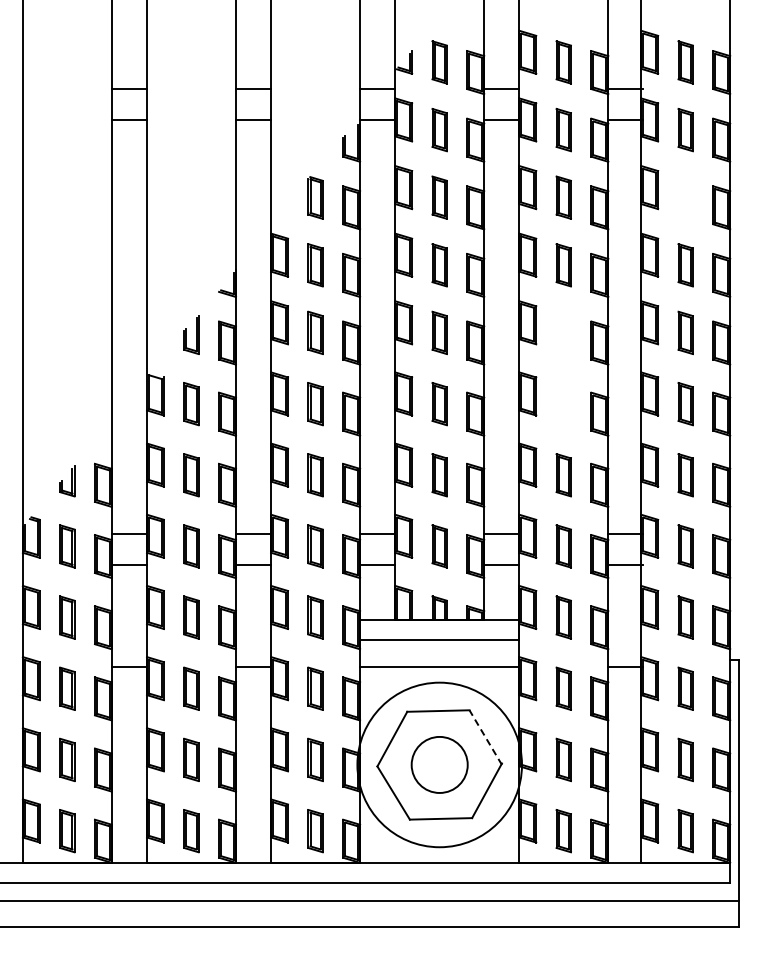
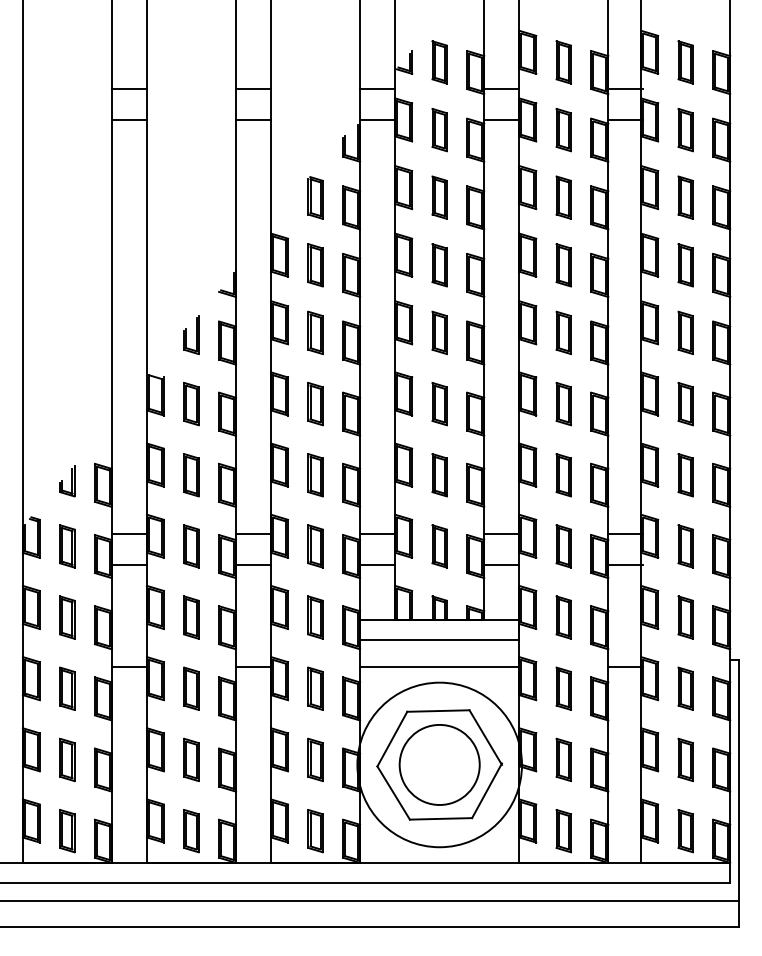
part at (685, 197): none -> present
part at (563, 332): none -> present
part at (563, 404): none -> present
line at (485, 737): dashed -> solid
circle at (439, 764) diameter: 56 px -> 80 px
